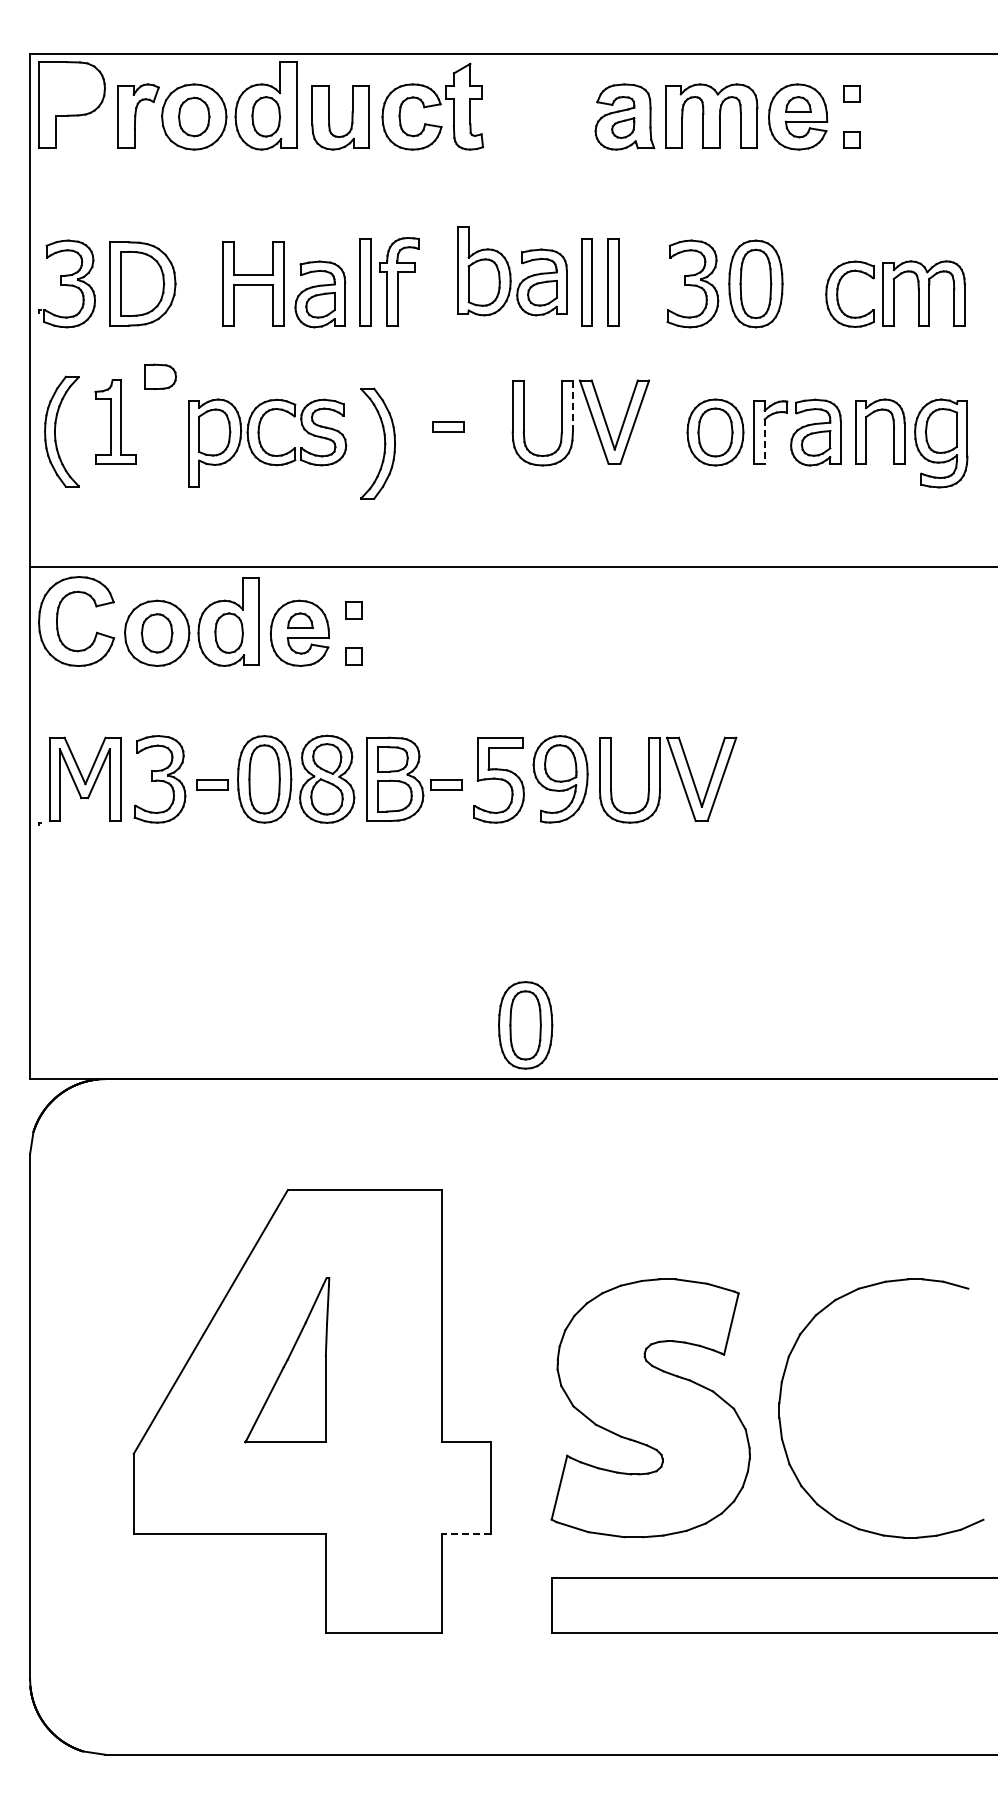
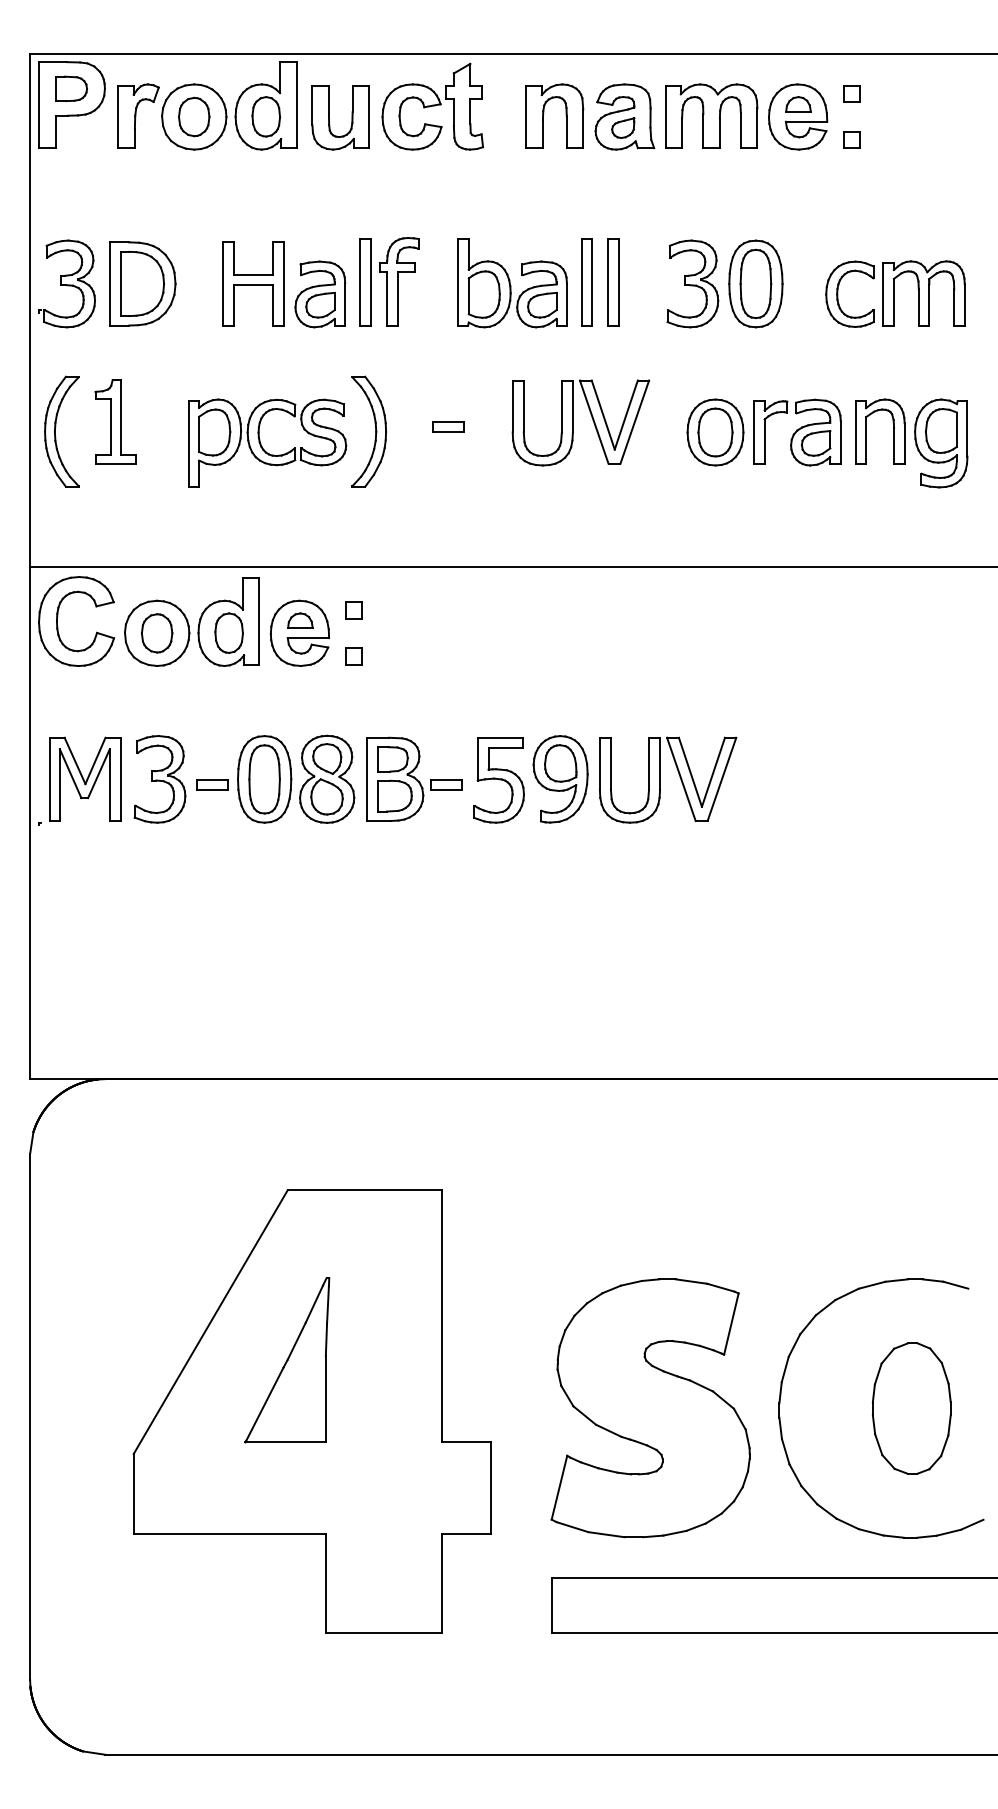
part at (544, 113): none -> present
part at (512, 271) position: (512, 271) -> (512, 283)
part at (160, 376) position: (160, 376) -> (71, 88)
line at (572, 406): dashed -> solid
line at (764, 442): dashed -> solid
part at (384, 443) position: (384, 443) -> (375, 431)
part at (525, 1025): present -> none
part at (911, 1408): none -> present
line at (466, 1533): dashed -> solid
